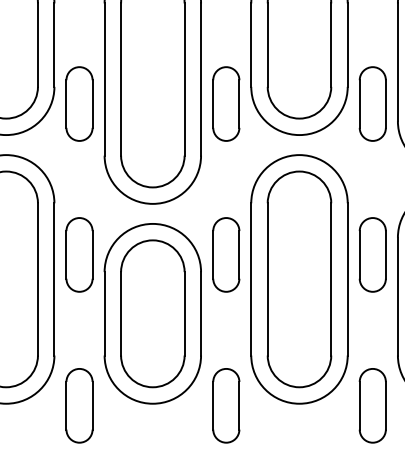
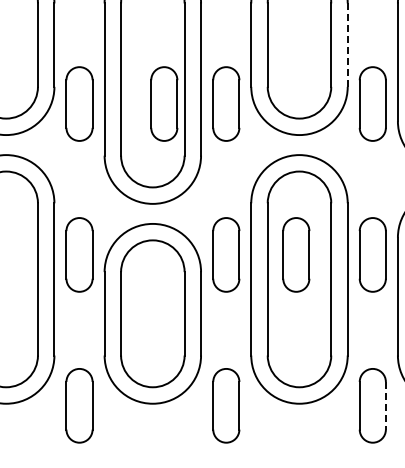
line at (347, 45): solid -> dashed
part at (164, 103): none -> present
part at (296, 254): none -> present
line at (385, 405): solid -> dashed
